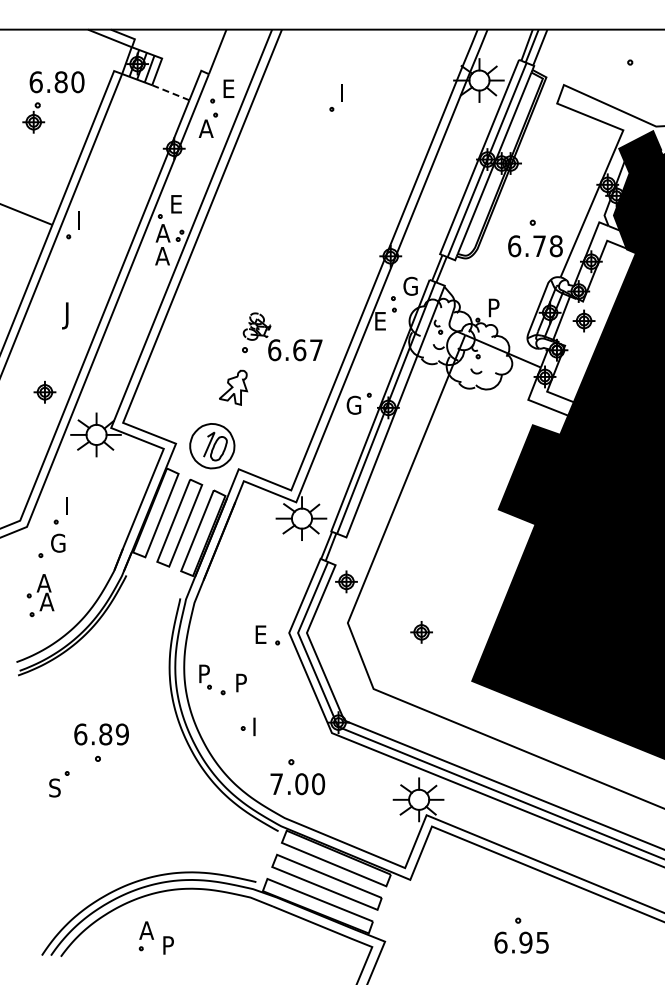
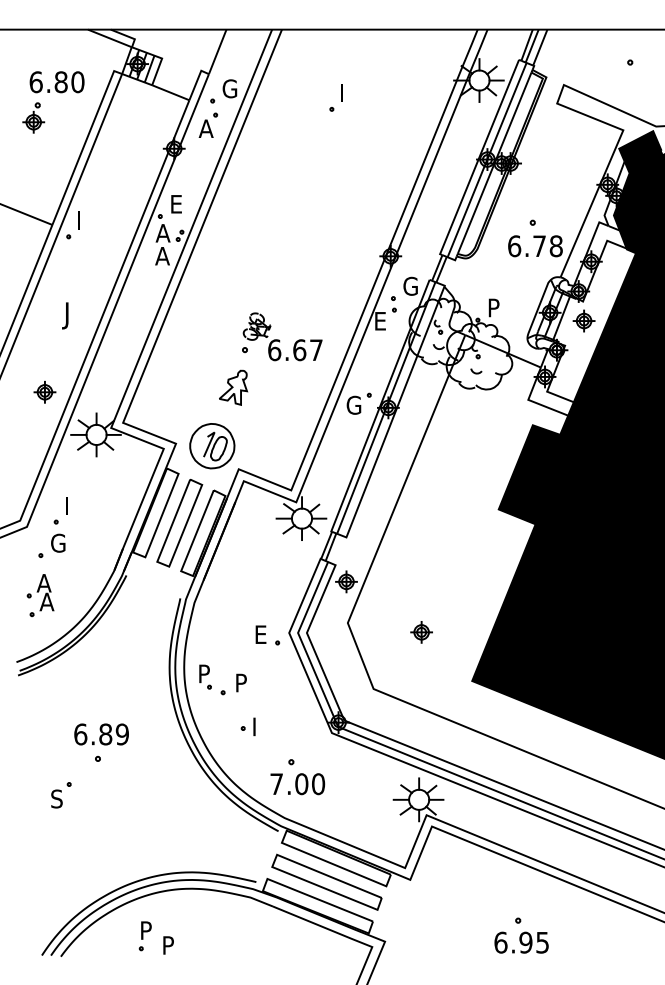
text at (229, 88): E -> G
line at (170, 92): dashed -> solid
part at (59, 784) position: (59, 784) -> (61, 795)
text at (146, 930): A -> P
